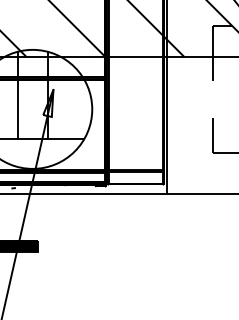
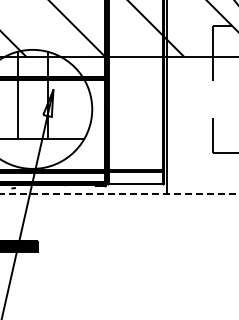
line at (119, 194): solid -> dashed
